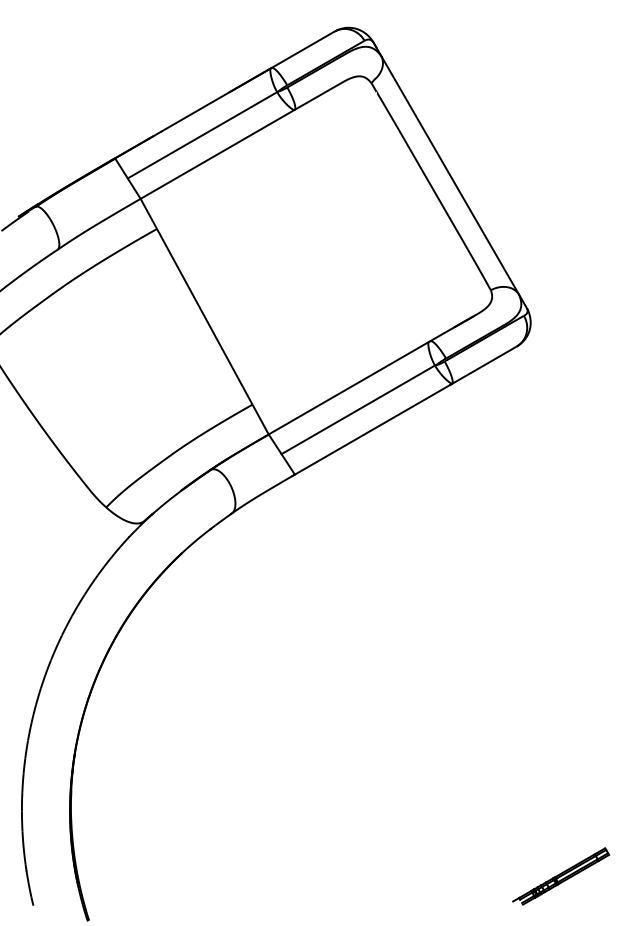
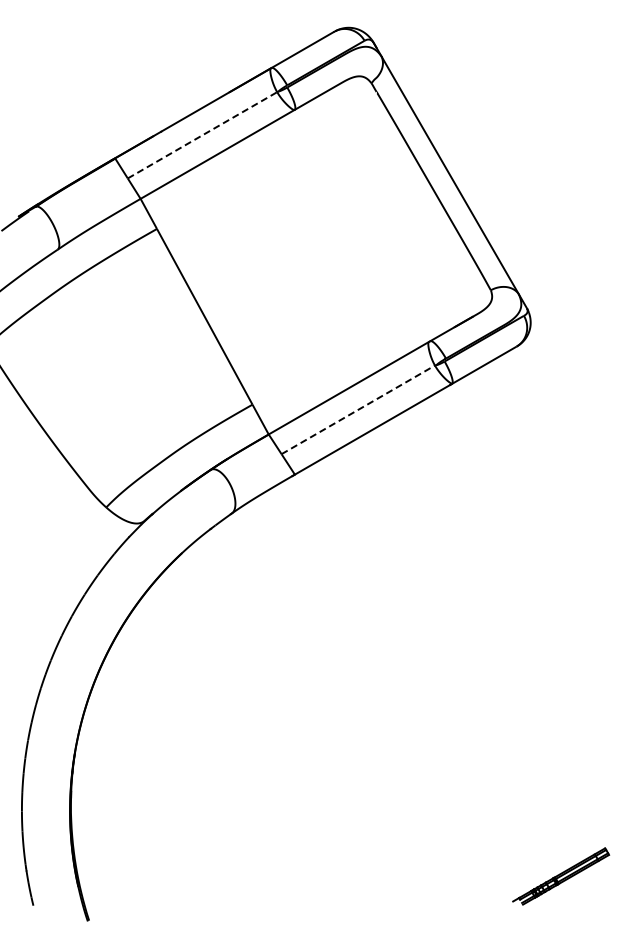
line at (202, 135): solid -> dashed
line at (358, 409): solid -> dashed
